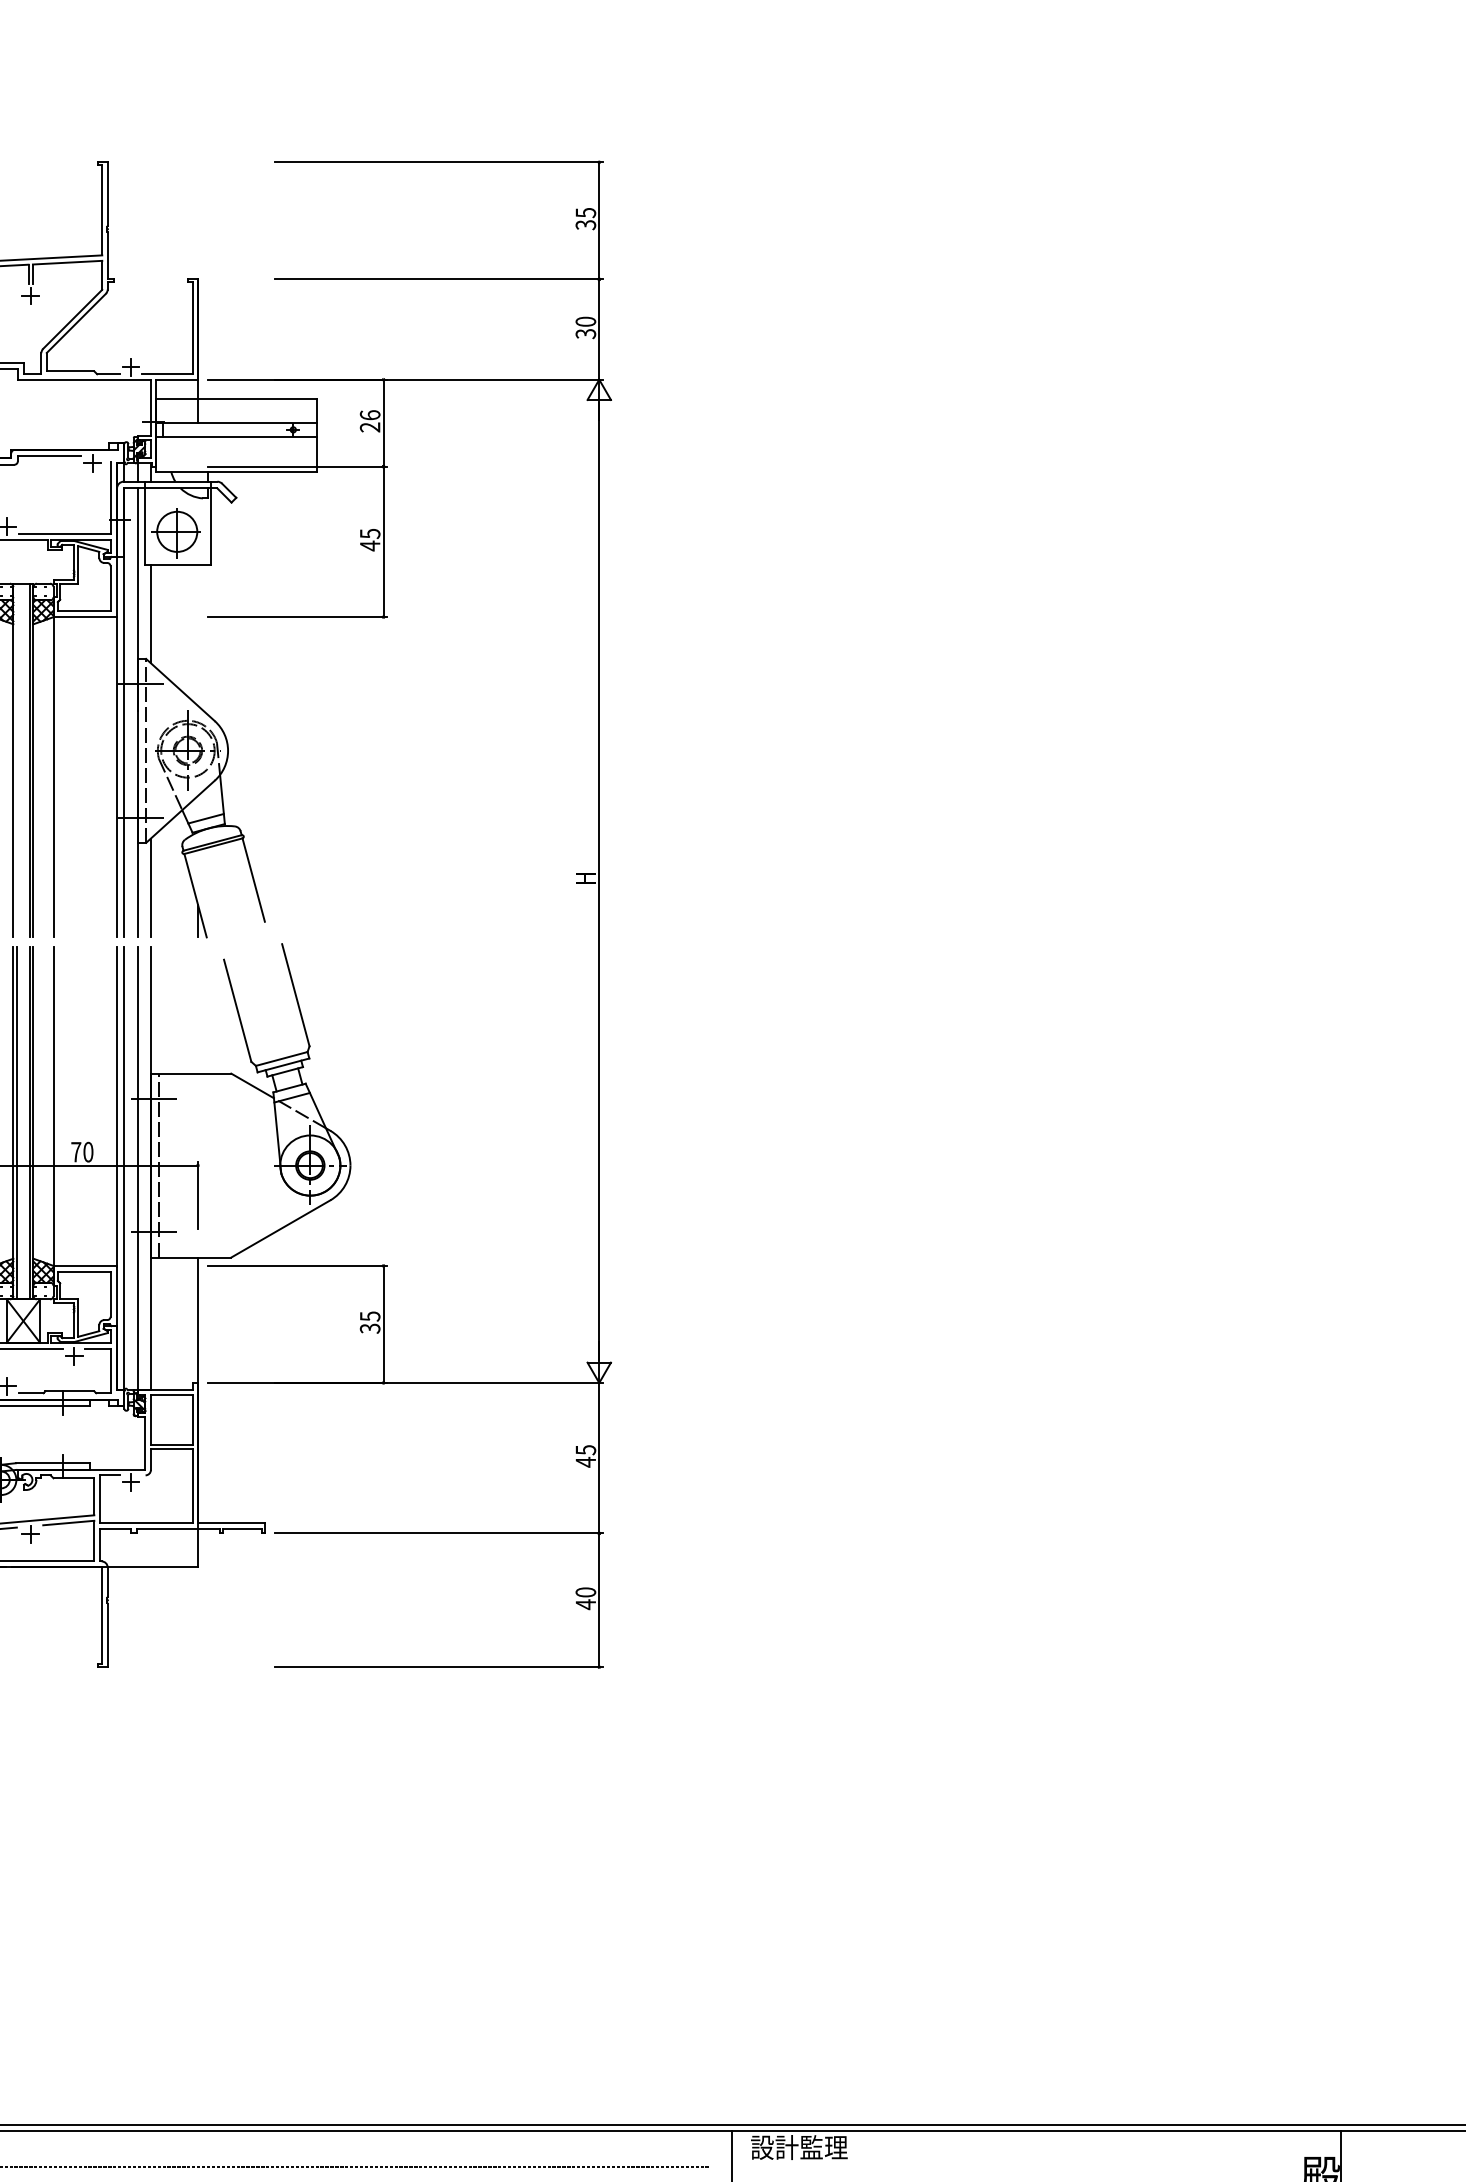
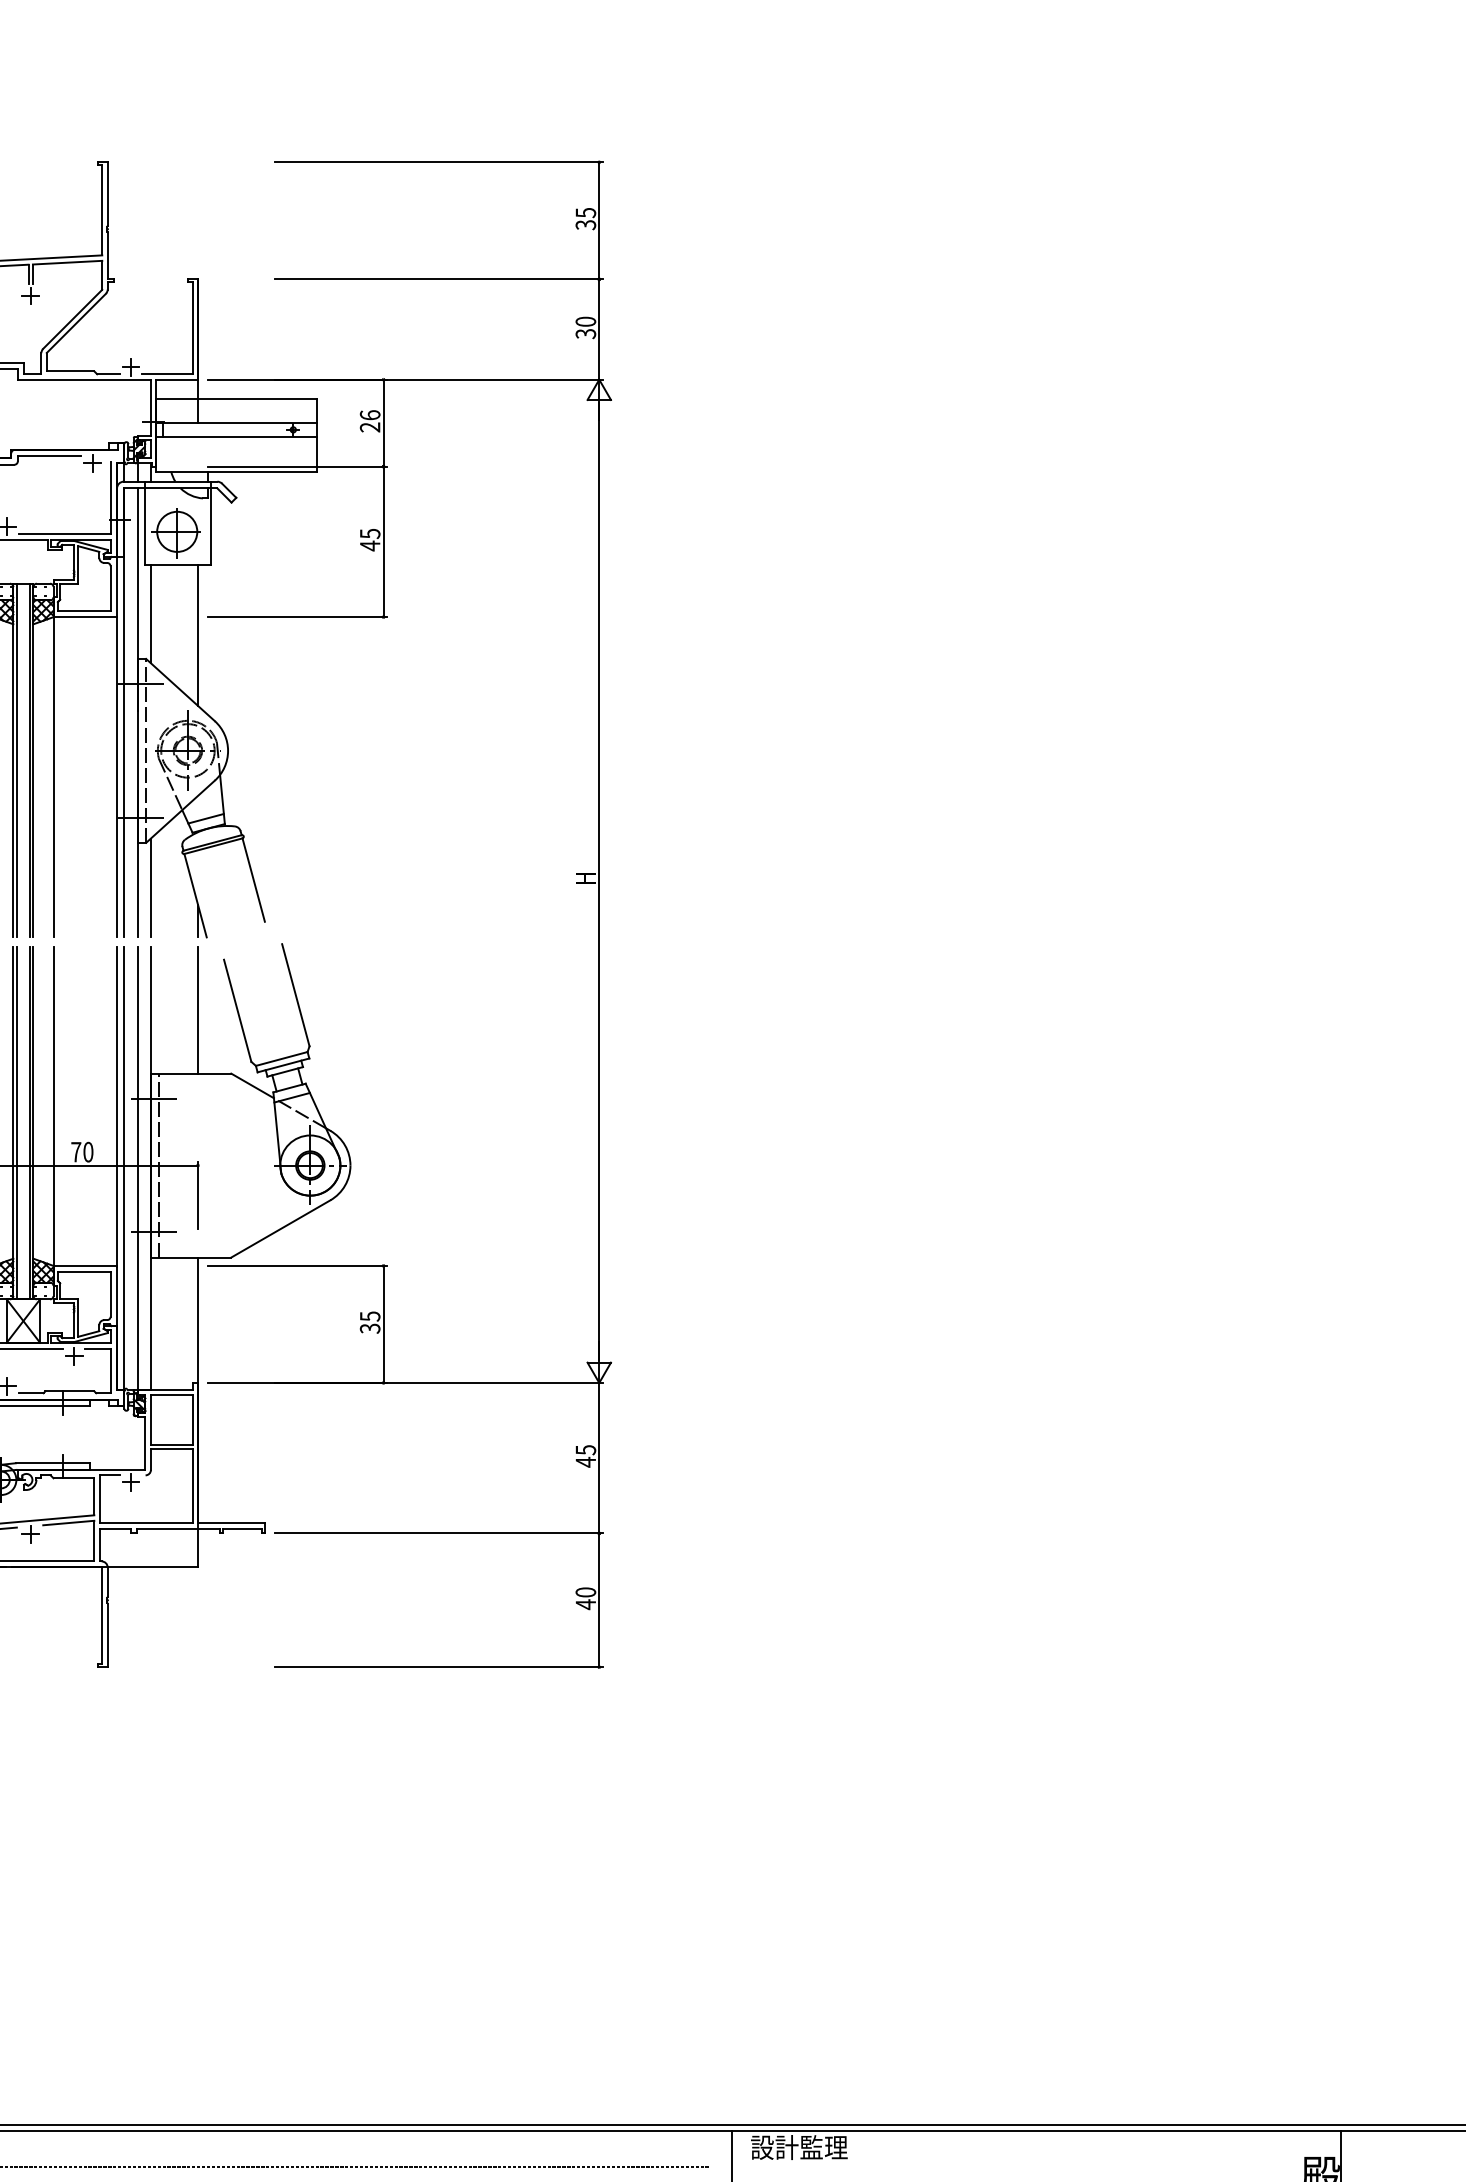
line at (197, 635): none -> present
line at (16, 759): none -> present
line at (197, 1009): none -> present
